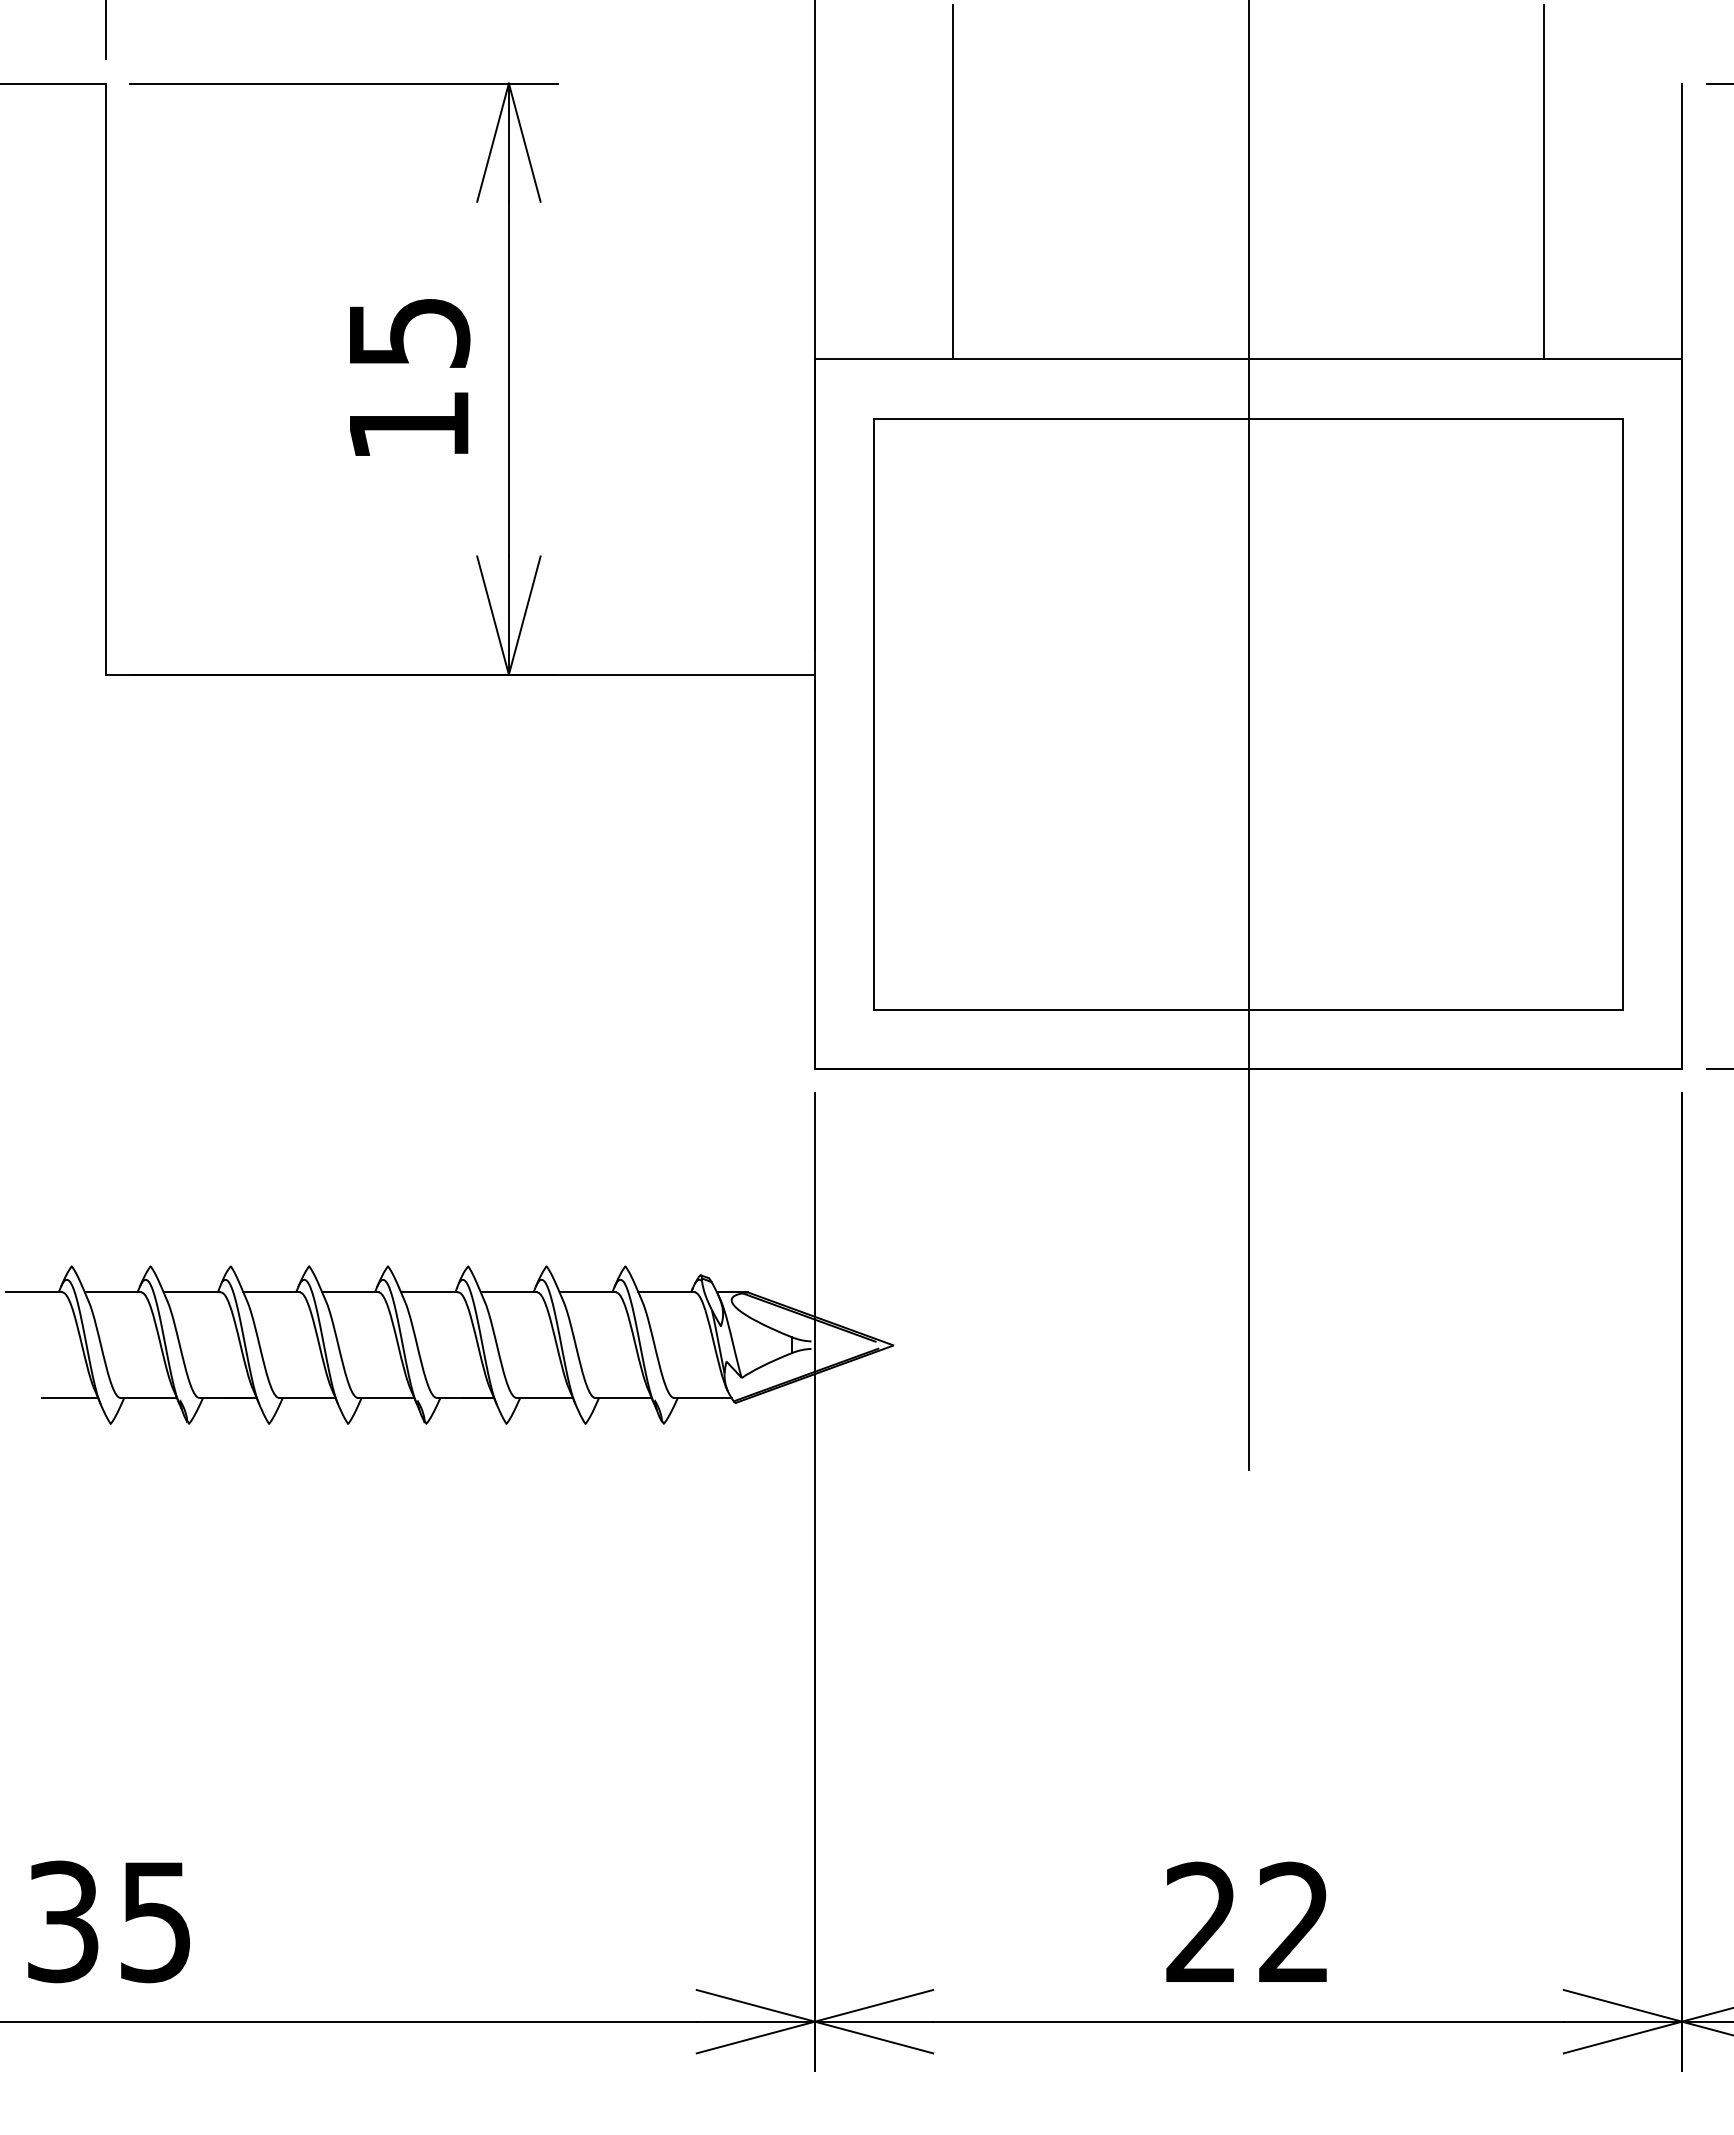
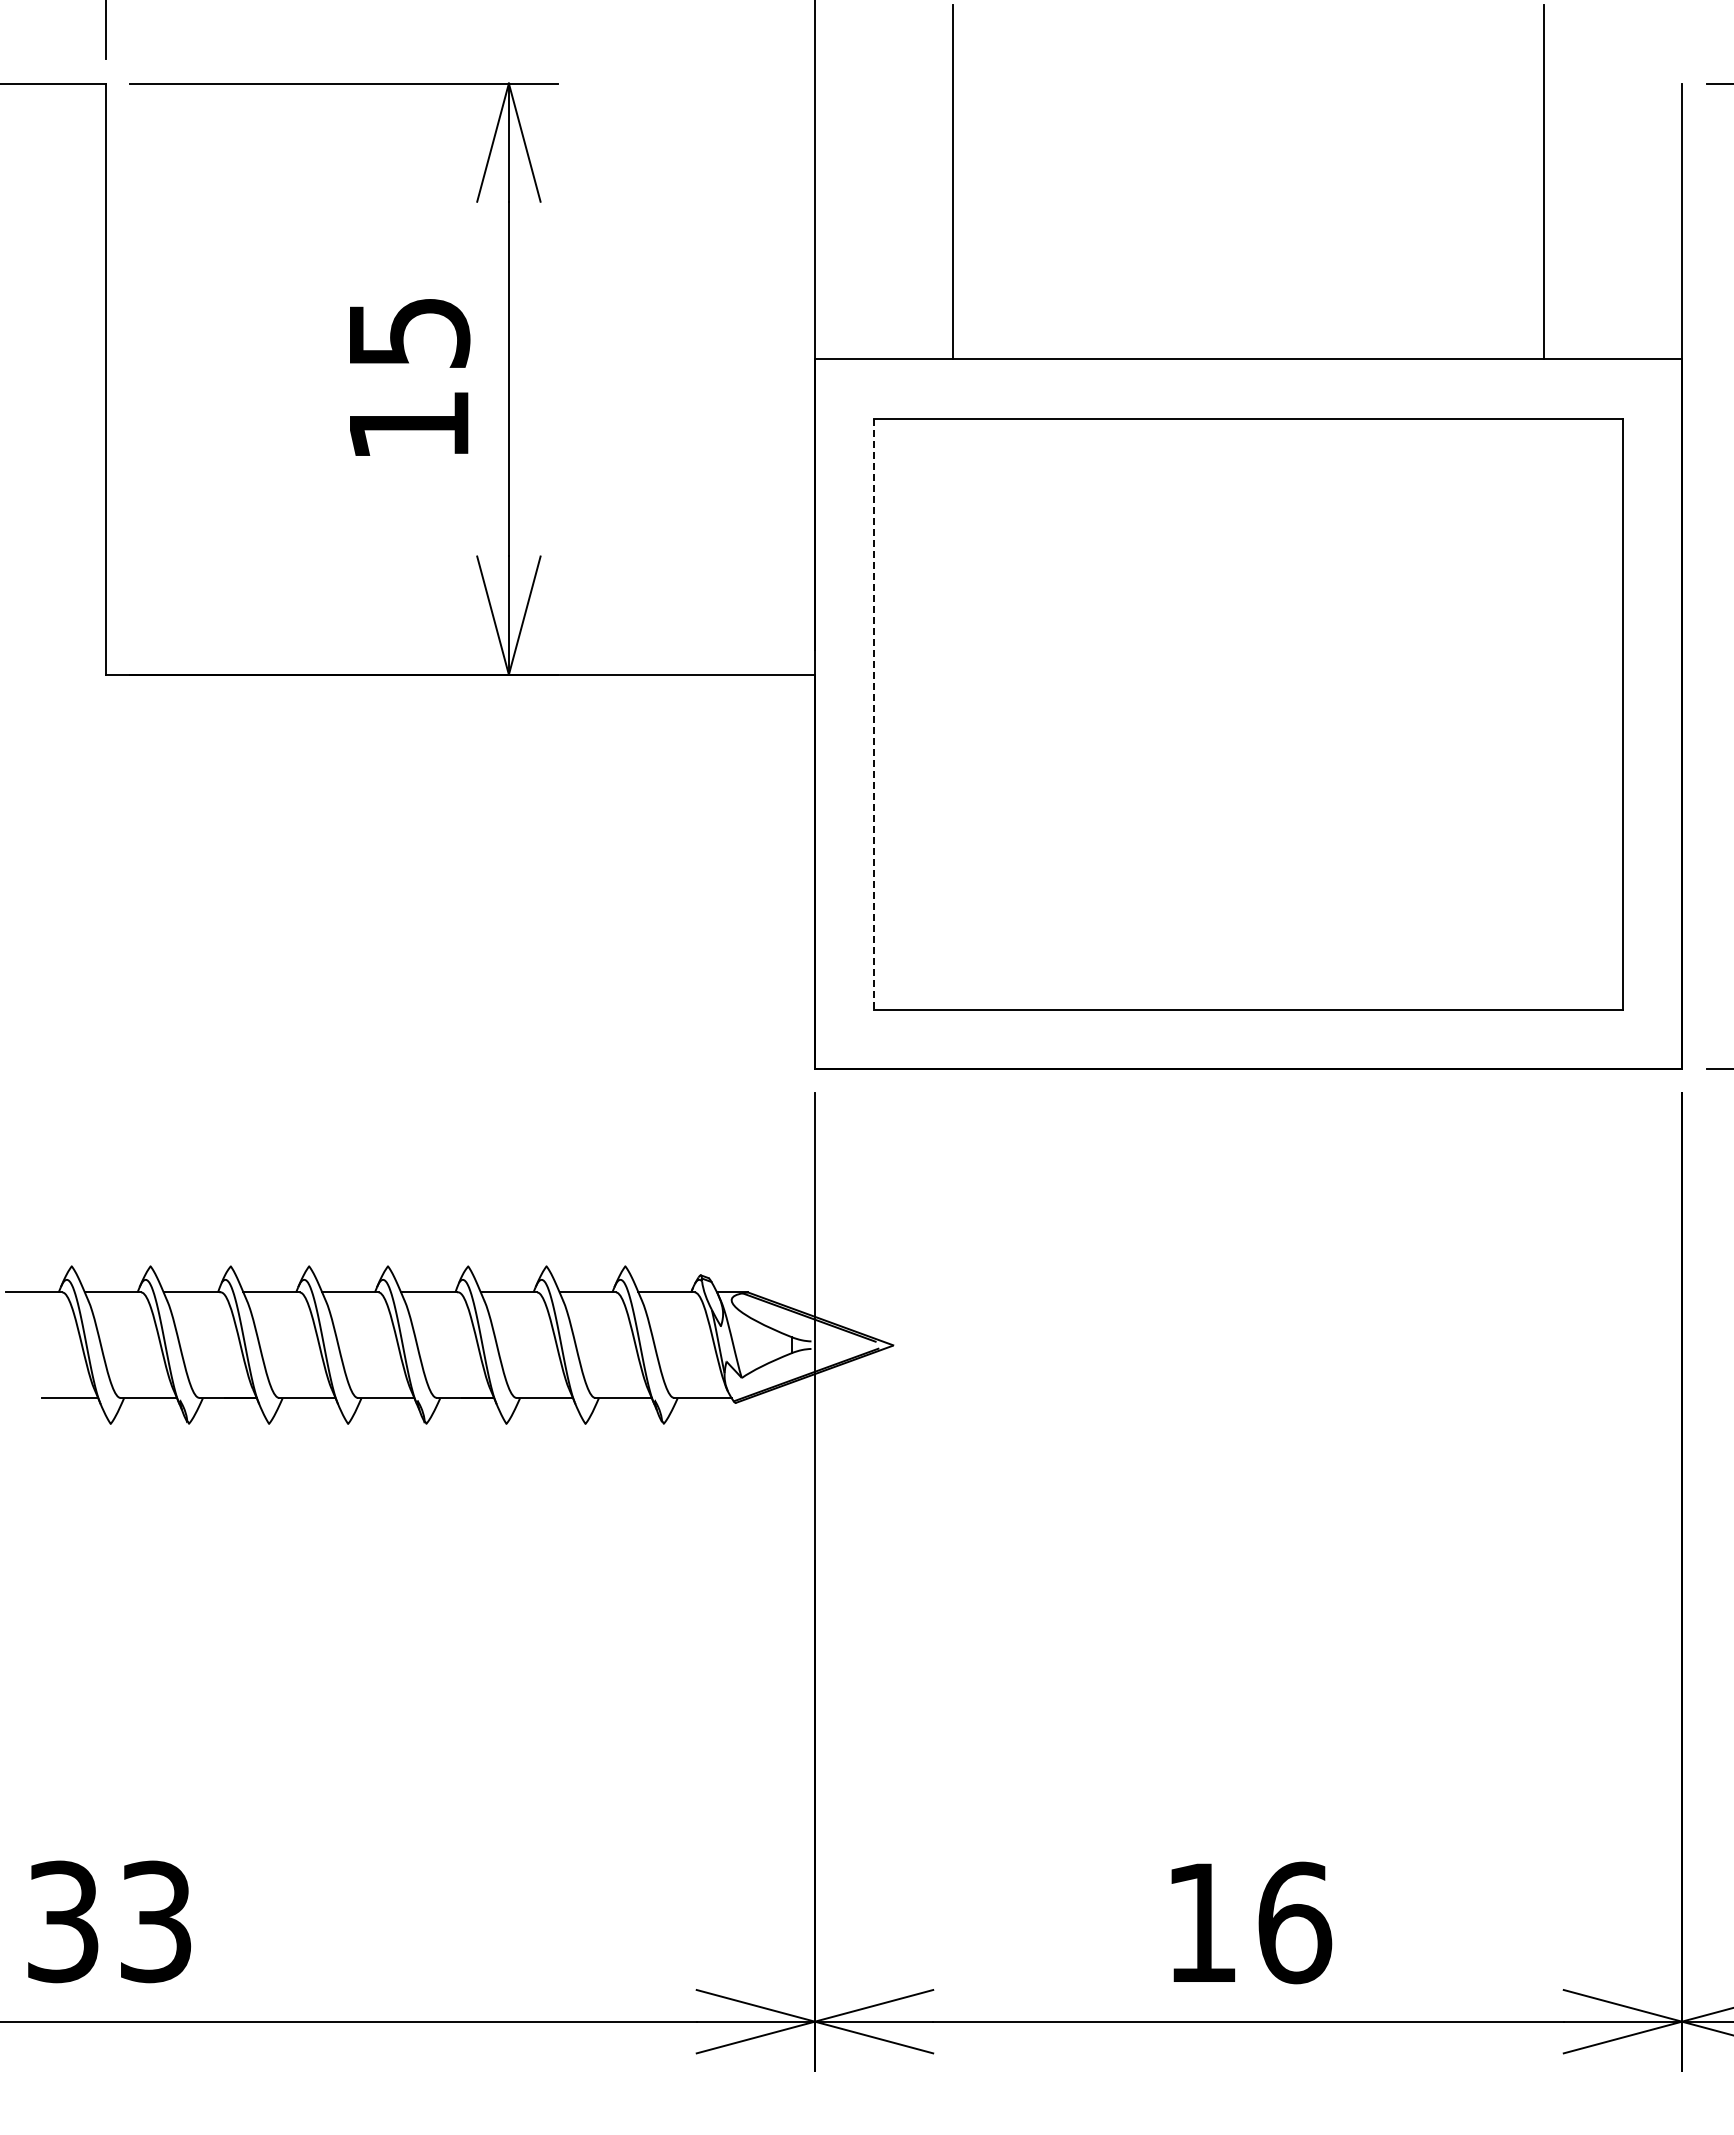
line at (874, 714): solid -> dashed
line at (1248, 736): present -> none
text at (156, 1921): 35 -> 33
text at (1249, 1922): 22 -> 16
